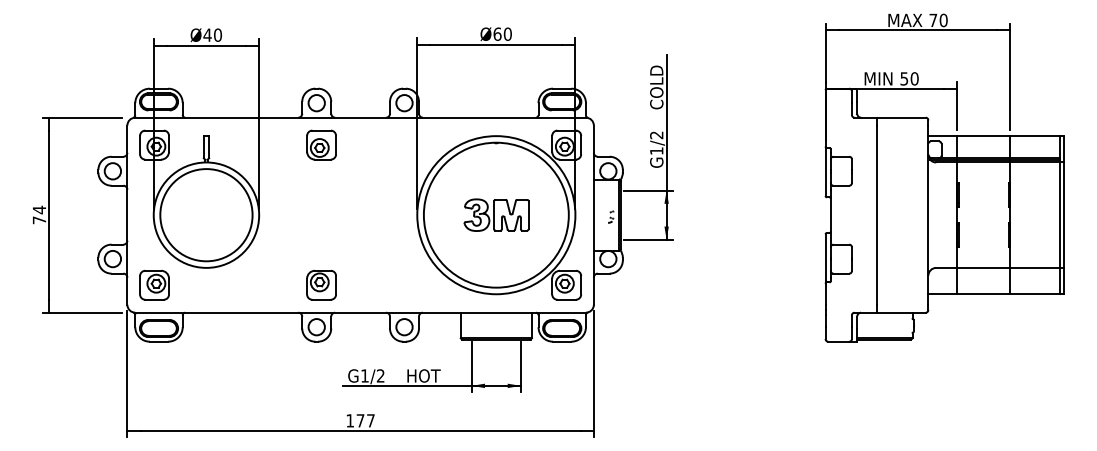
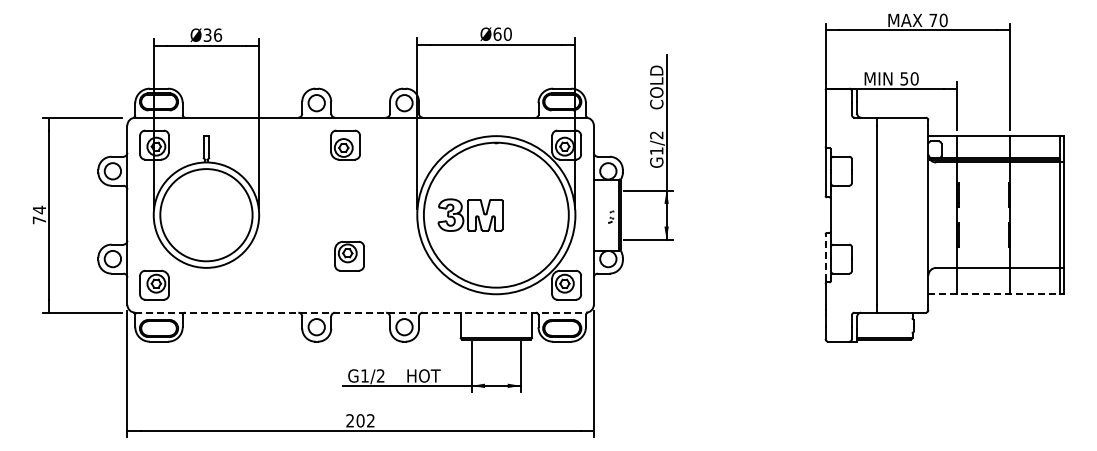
text at (212, 34): Ø40 -> Ø36
part at (321, 144) position: (321, 144) -> (345, 144)
part at (496, 214) position: (496, 214) -> (470, 214)
line at (825, 257): solid -> dashed
part at (321, 284) position: (321, 284) -> (349, 255)
line at (994, 294): solid -> dashed
line at (361, 312): solid -> dashed
text at (360, 420): 177 -> 202
